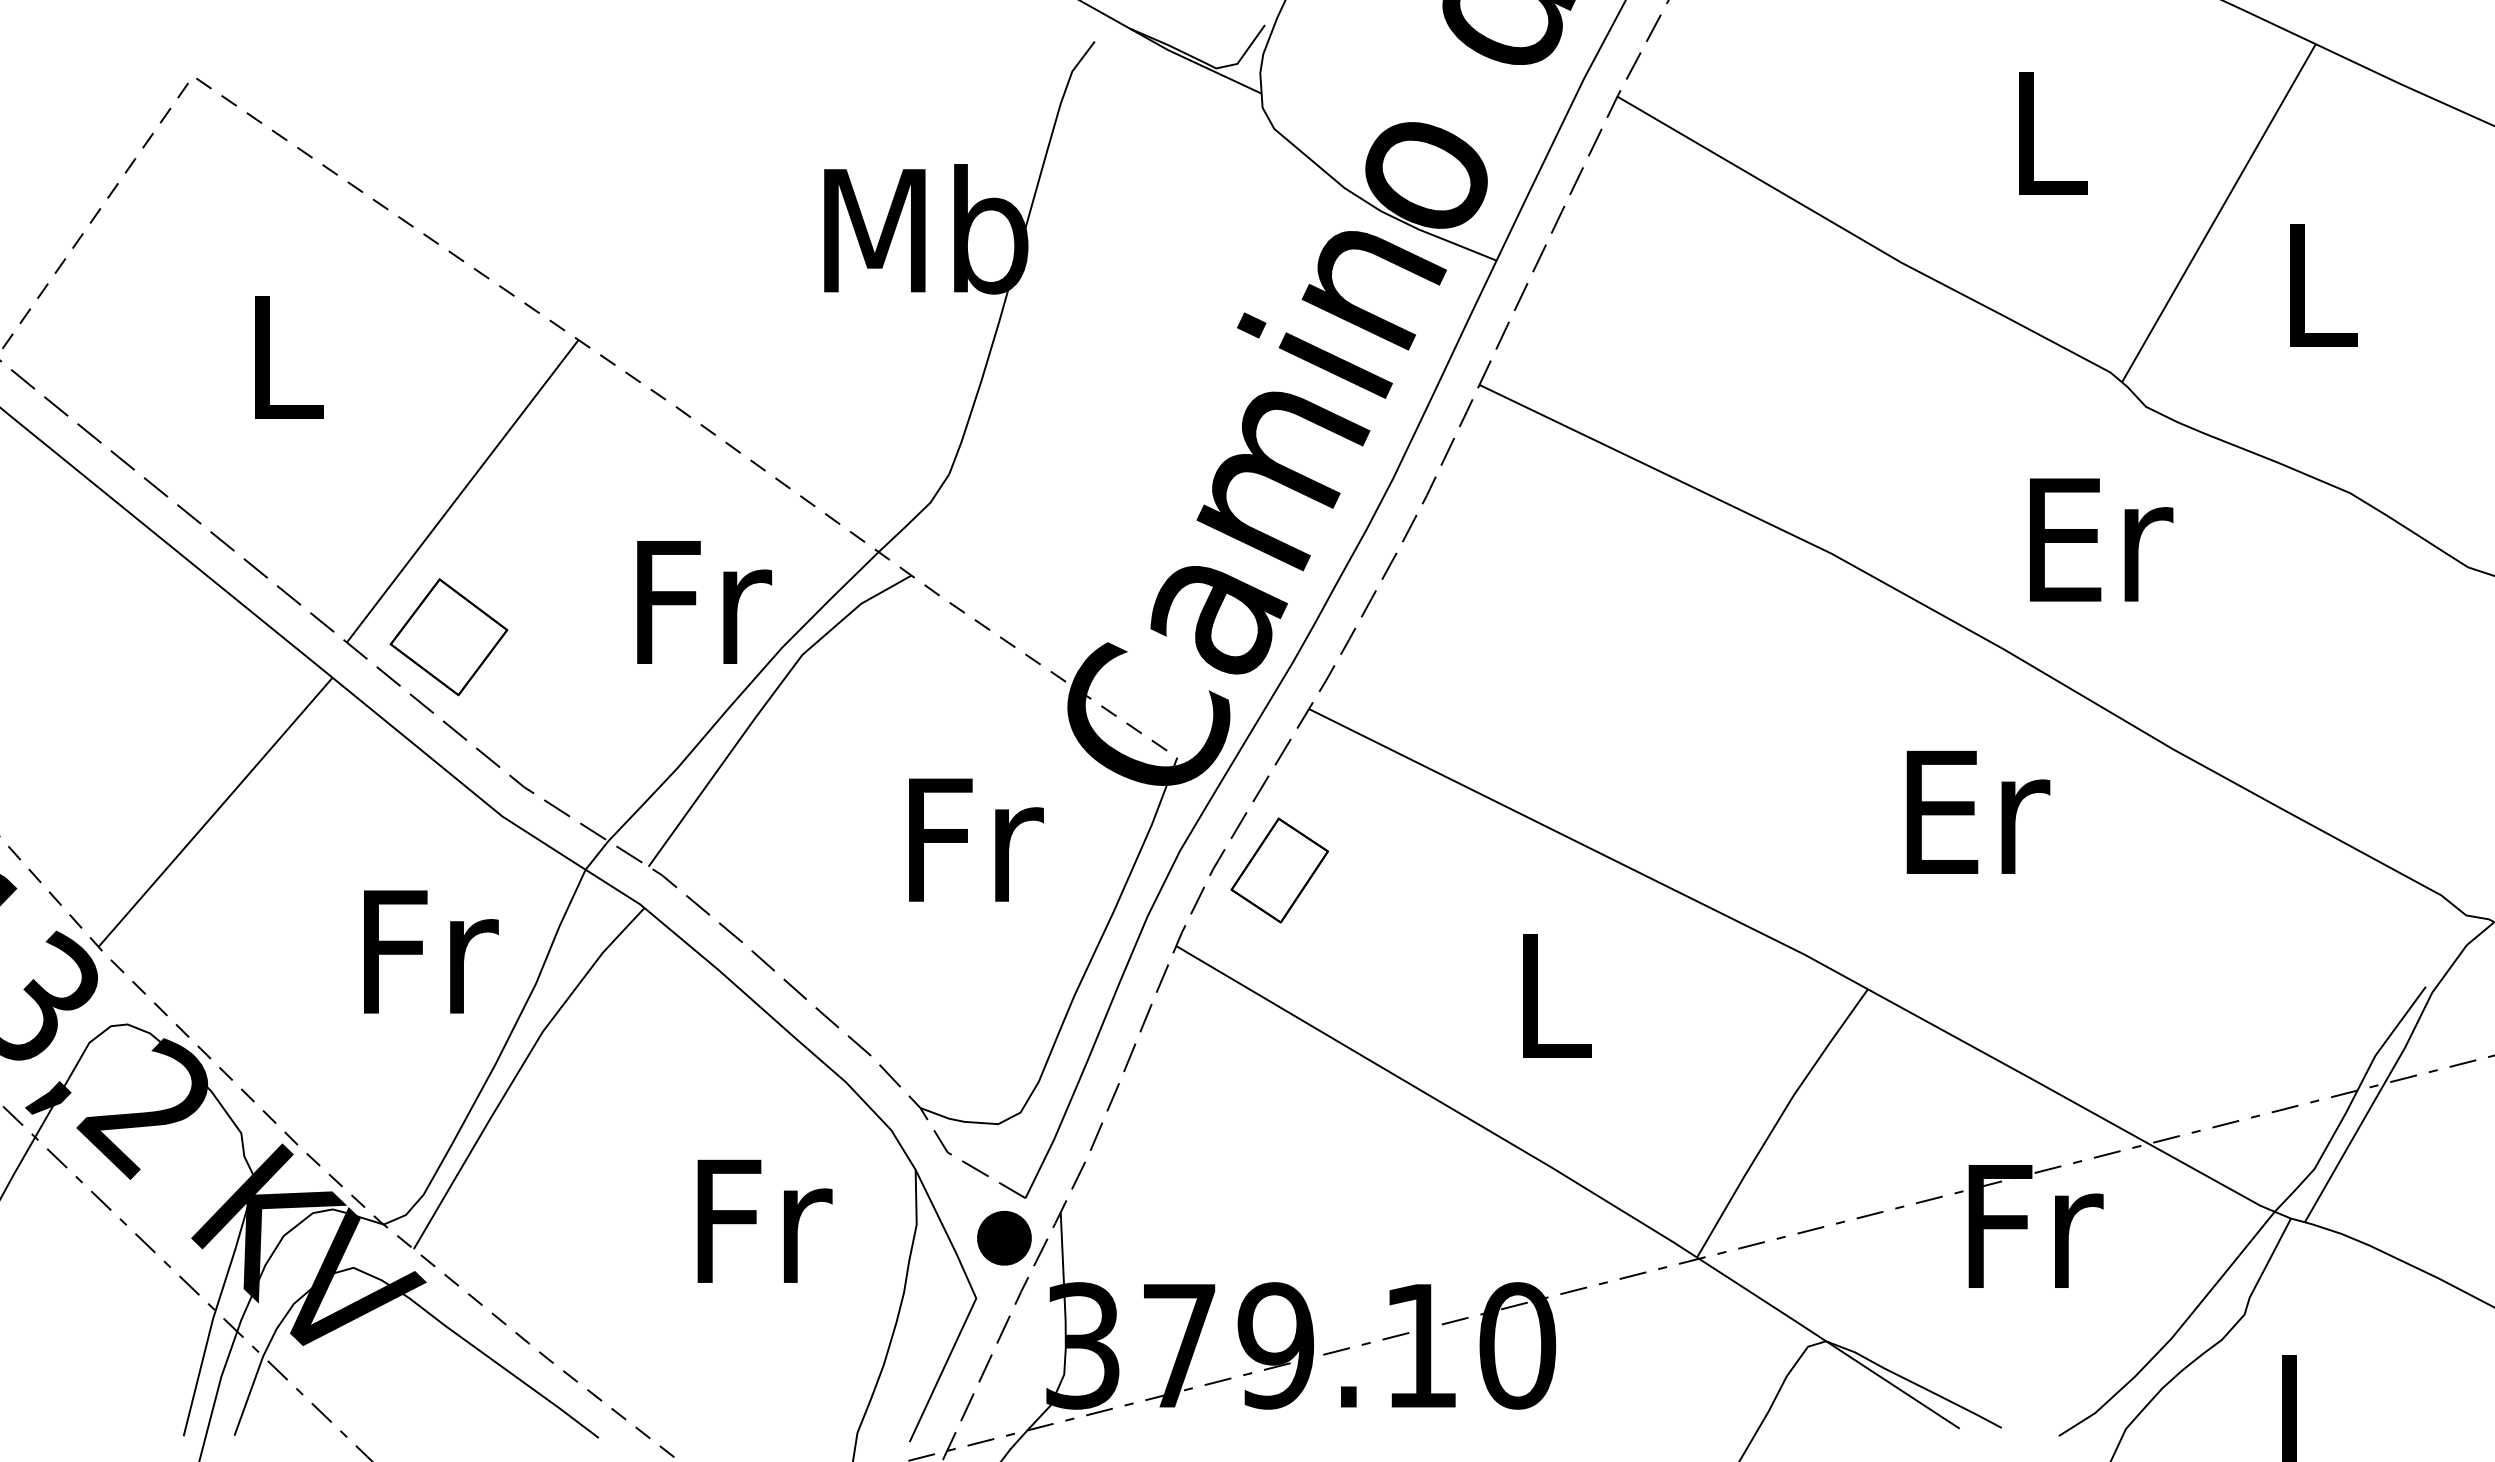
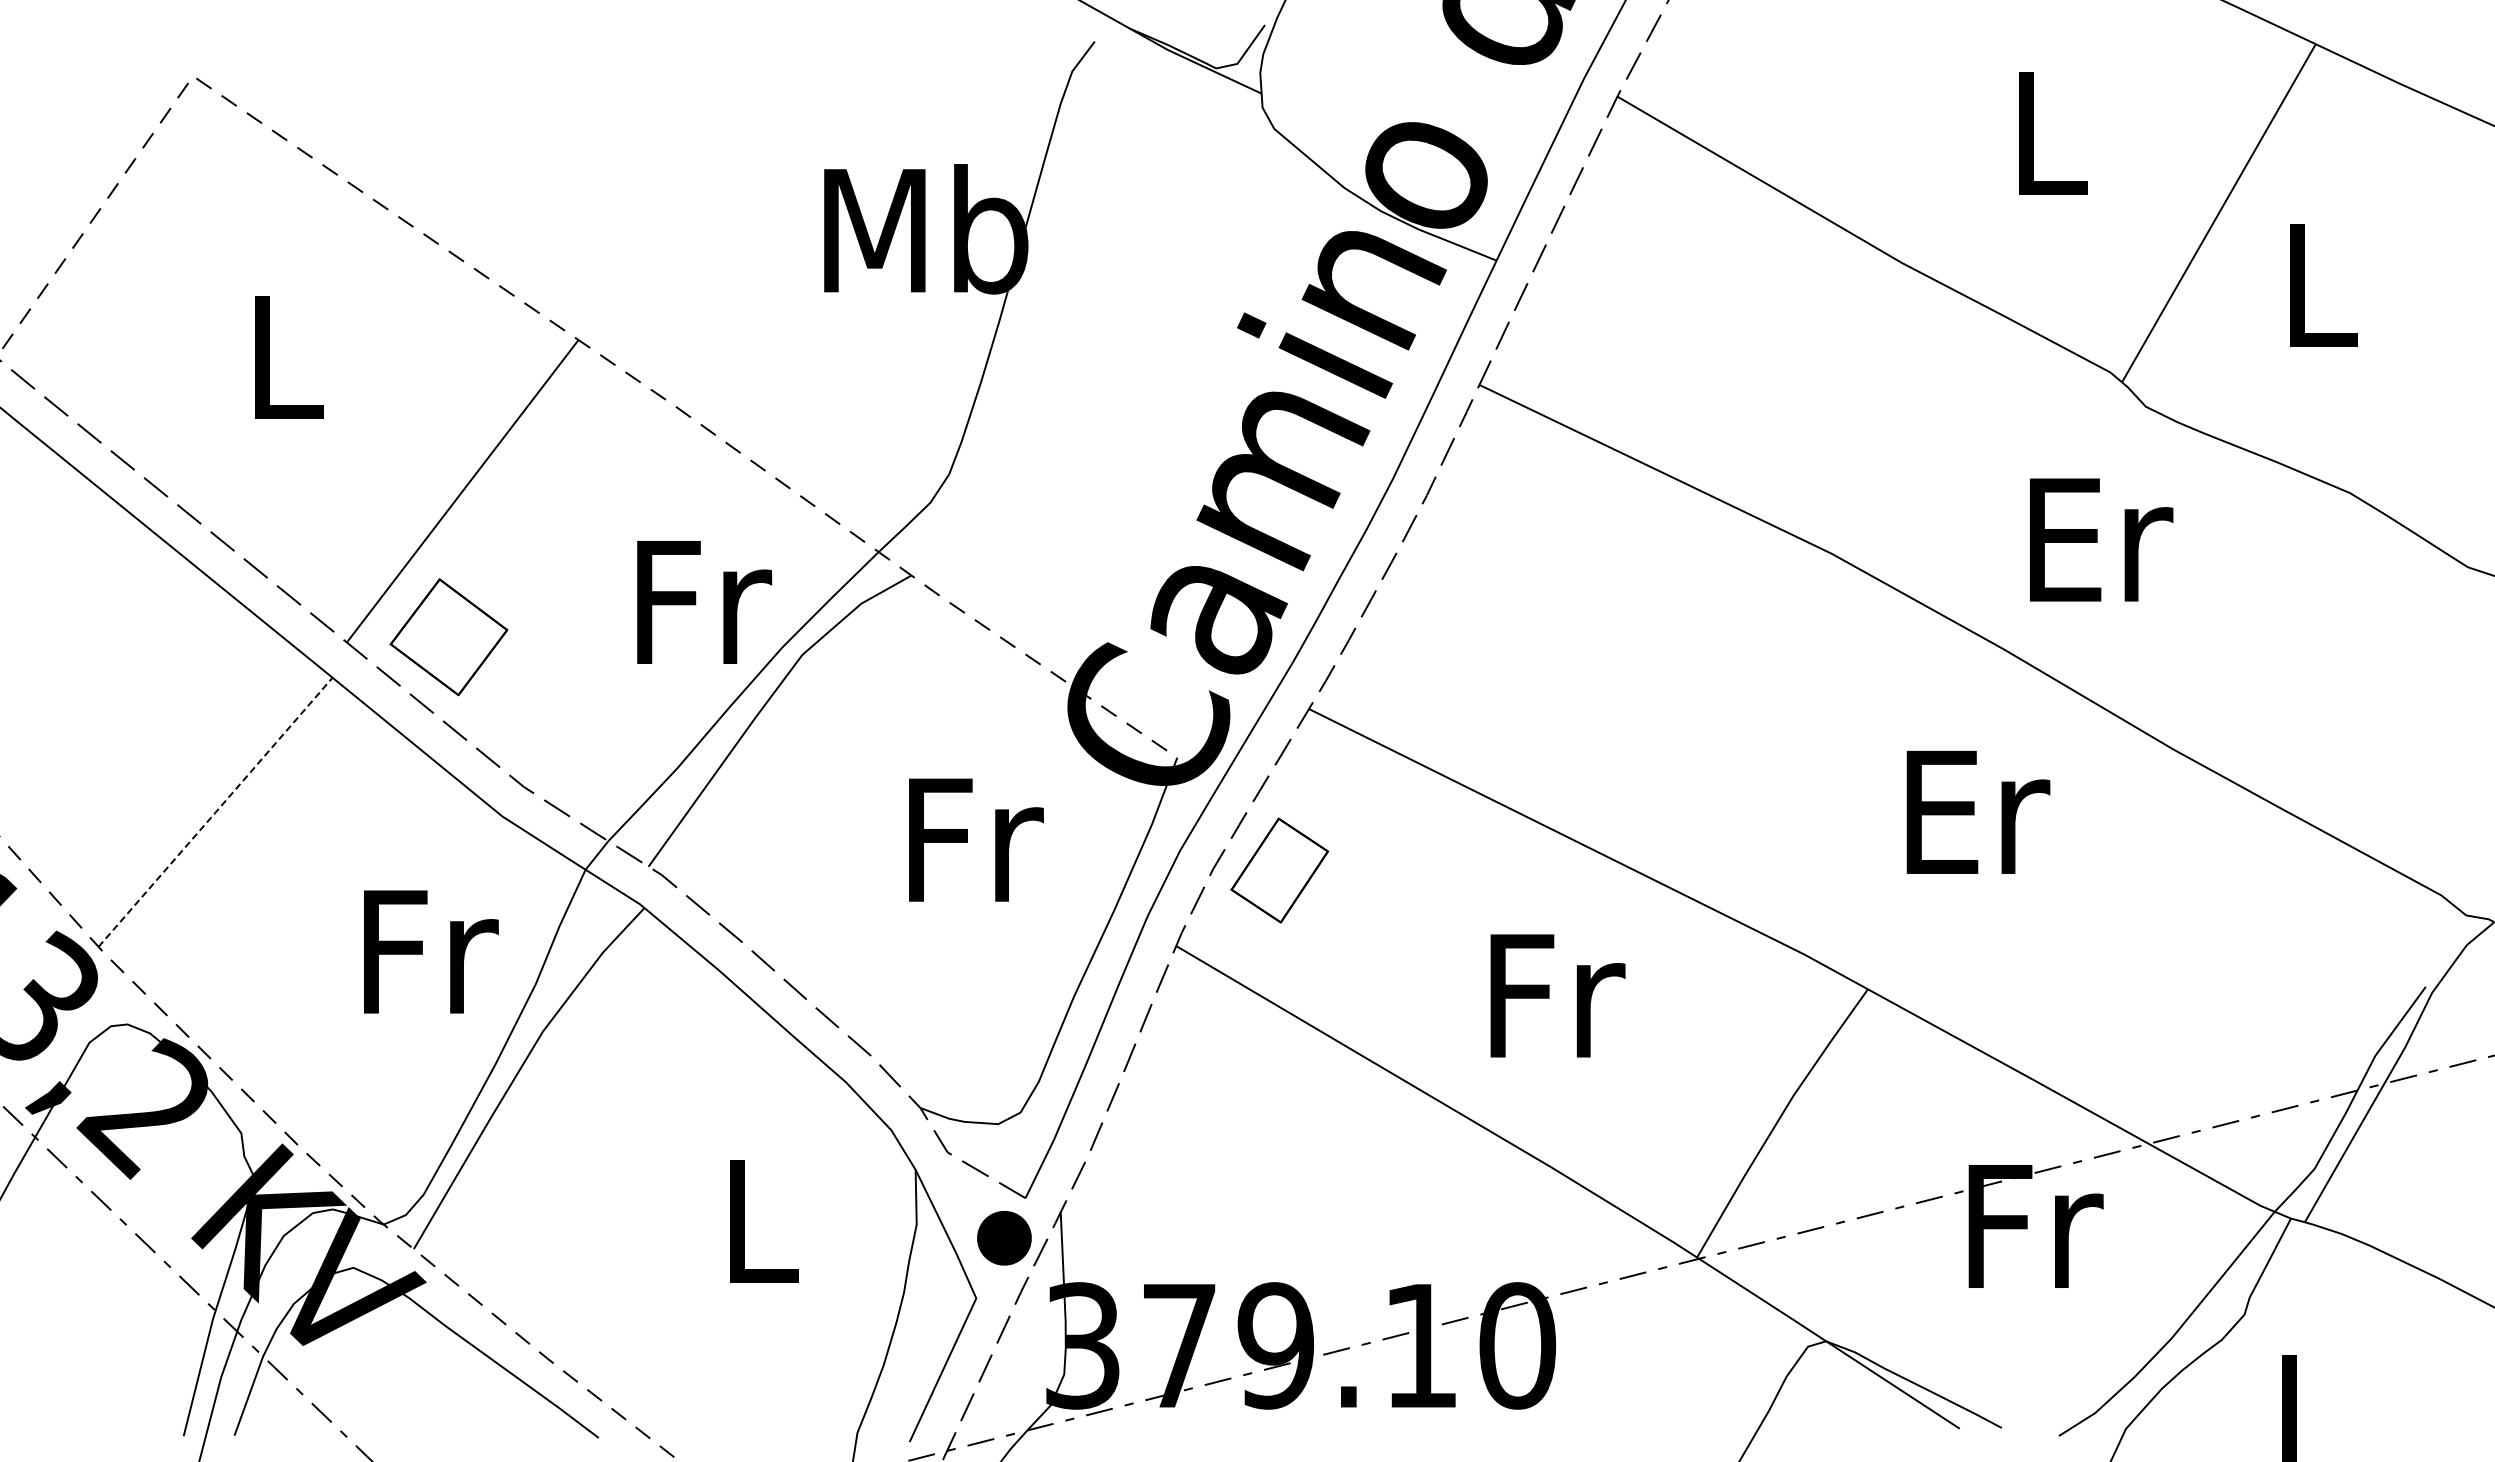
line at (215, 812): solid -> dashed
text at (1557, 995): L -> Fr
text at (764, 1220): Fr -> L
